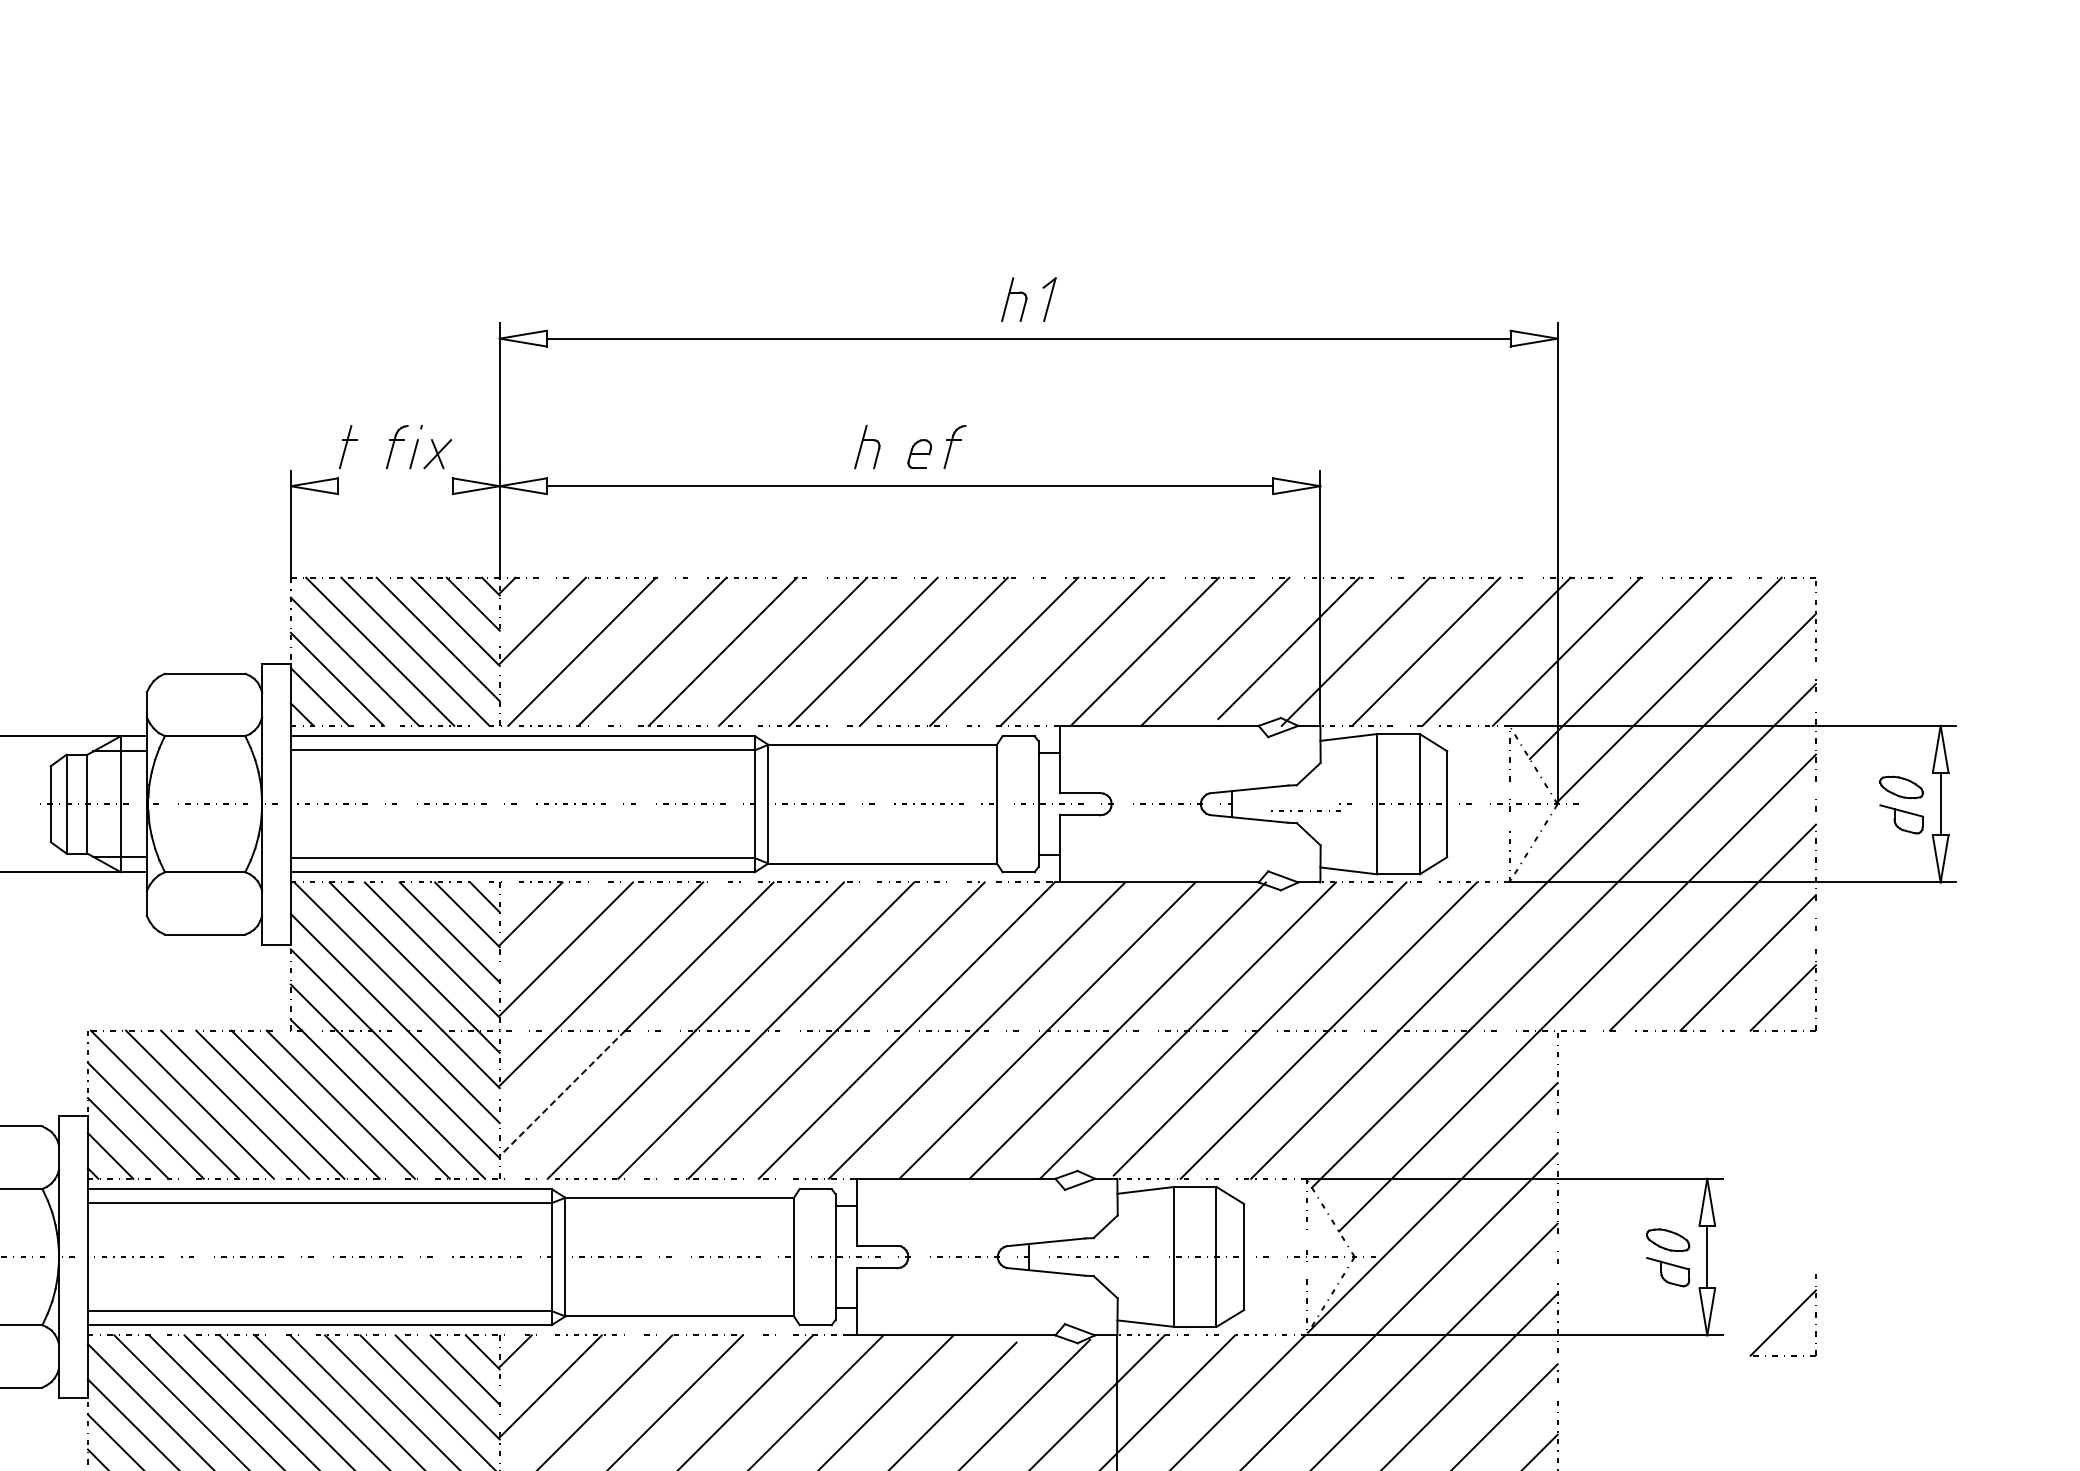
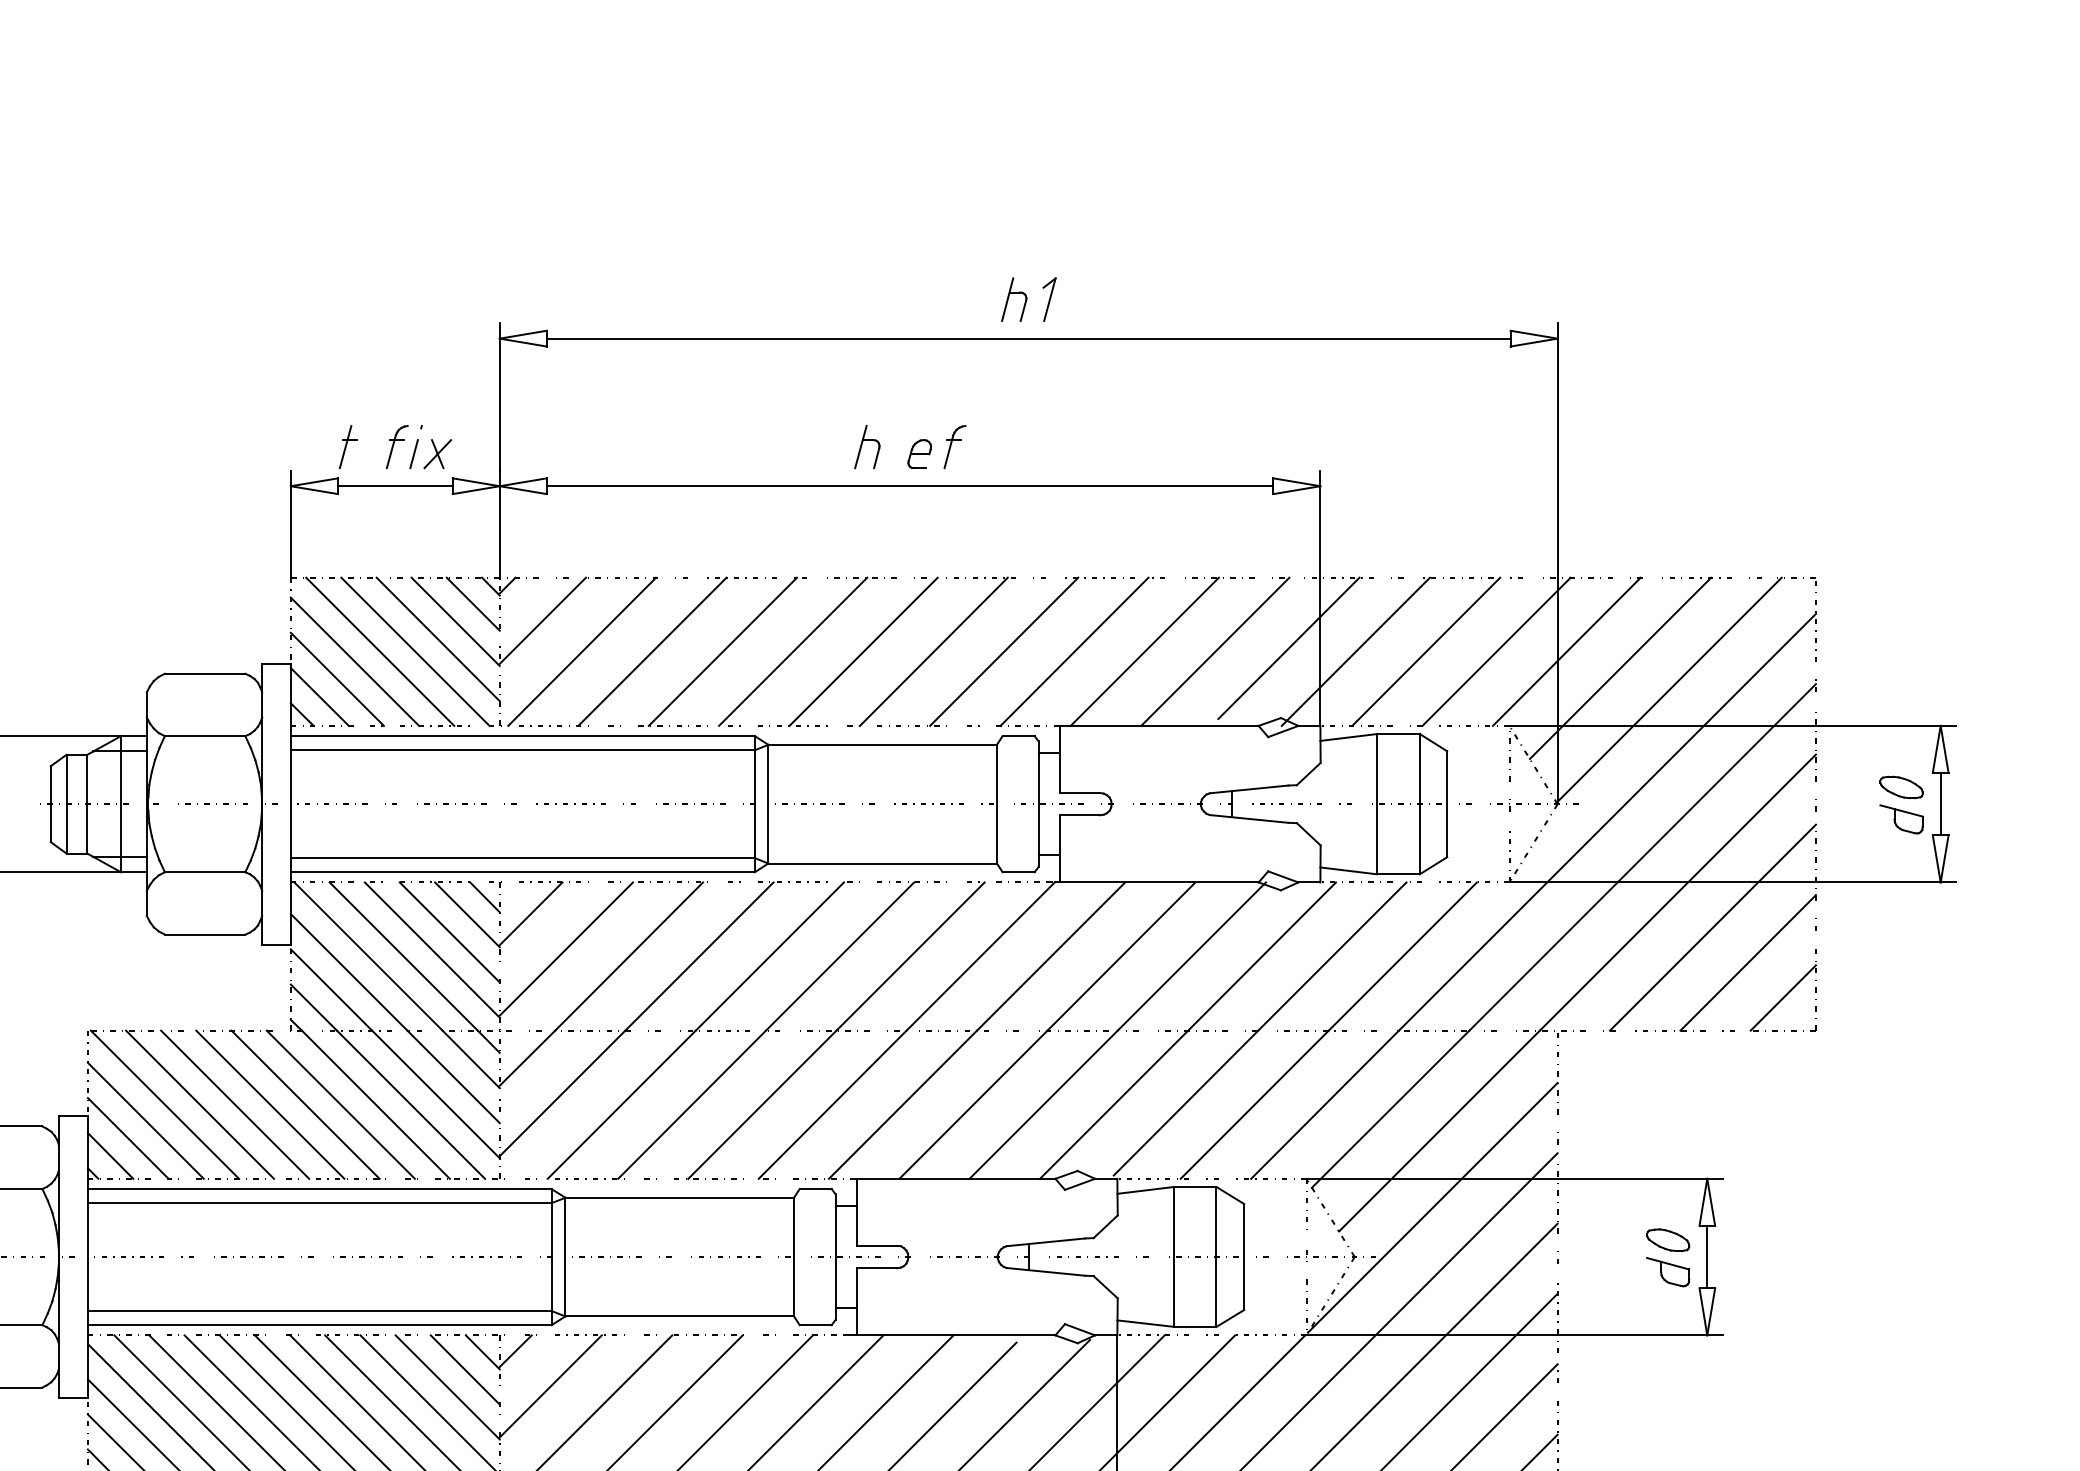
line at (395, 486): none -> present
line at (1302, 810) position: (1302, 810) -> (1283, 803)
line at (562, 1093): dashed -> solid
part at (1783, 1315): present -> none
